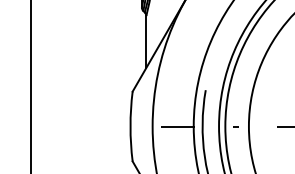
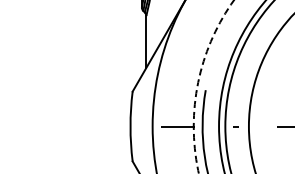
line at (30, 86): present -> none
circle at (213, 86): solid -> dashed
